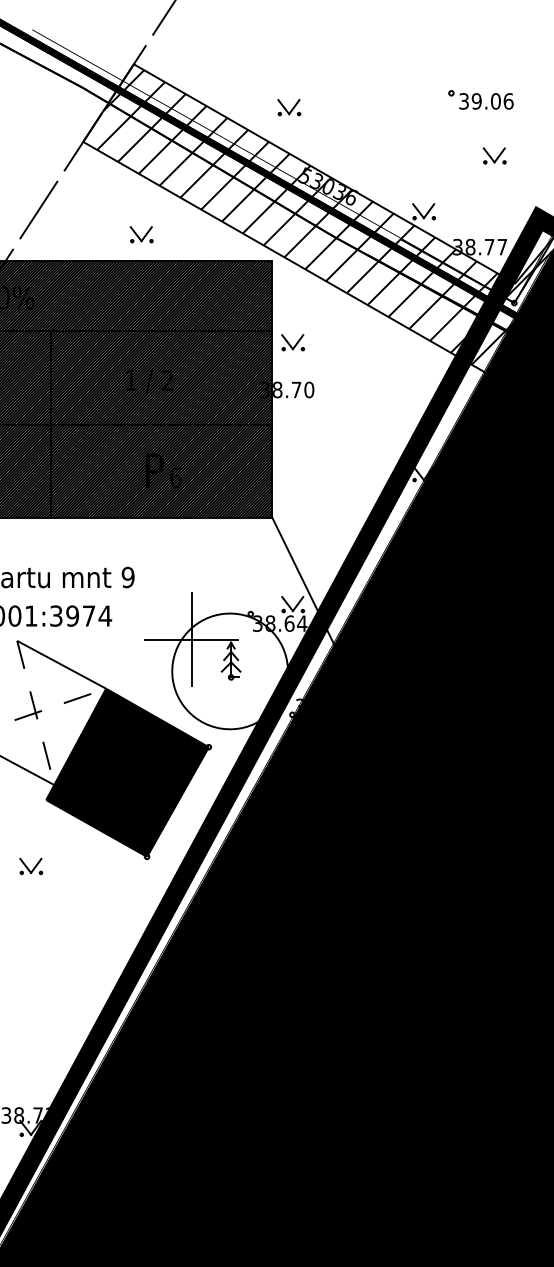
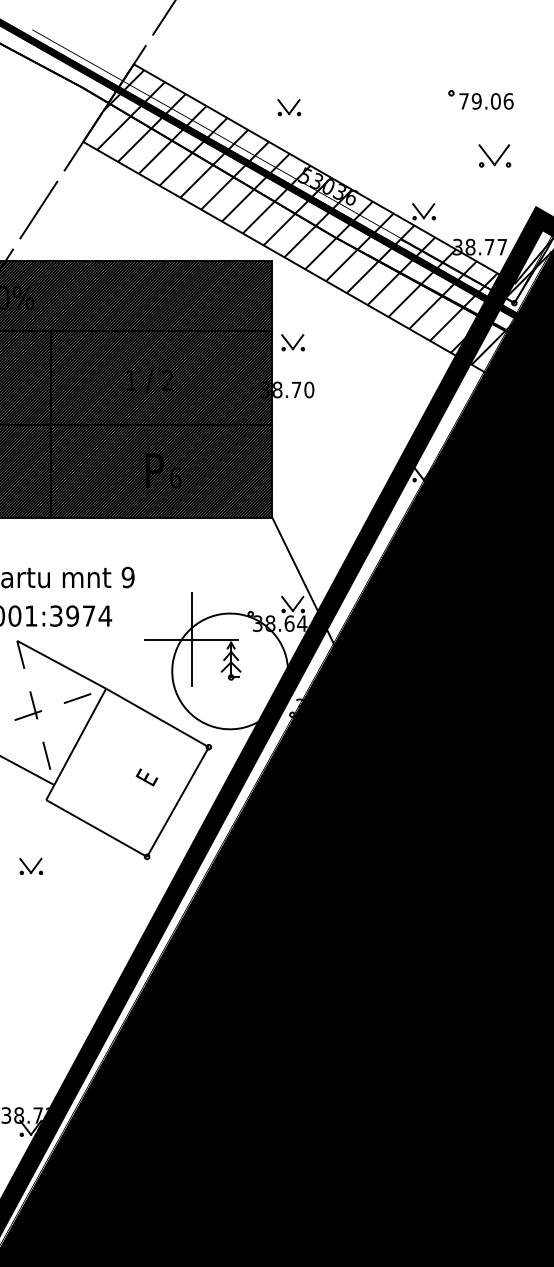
text at (463, 101): 39.06 -> 79.06
part at (494, 155) size: 25x18 px -> 34x24 px
part at (141, 234): present -> none
fill at (127, 772): present -> none
